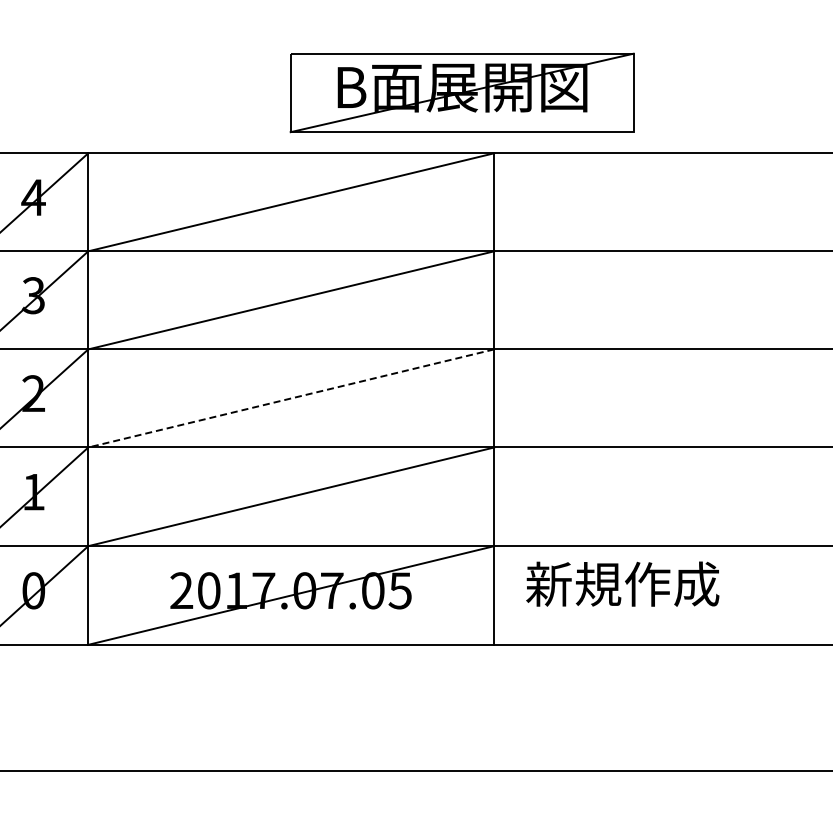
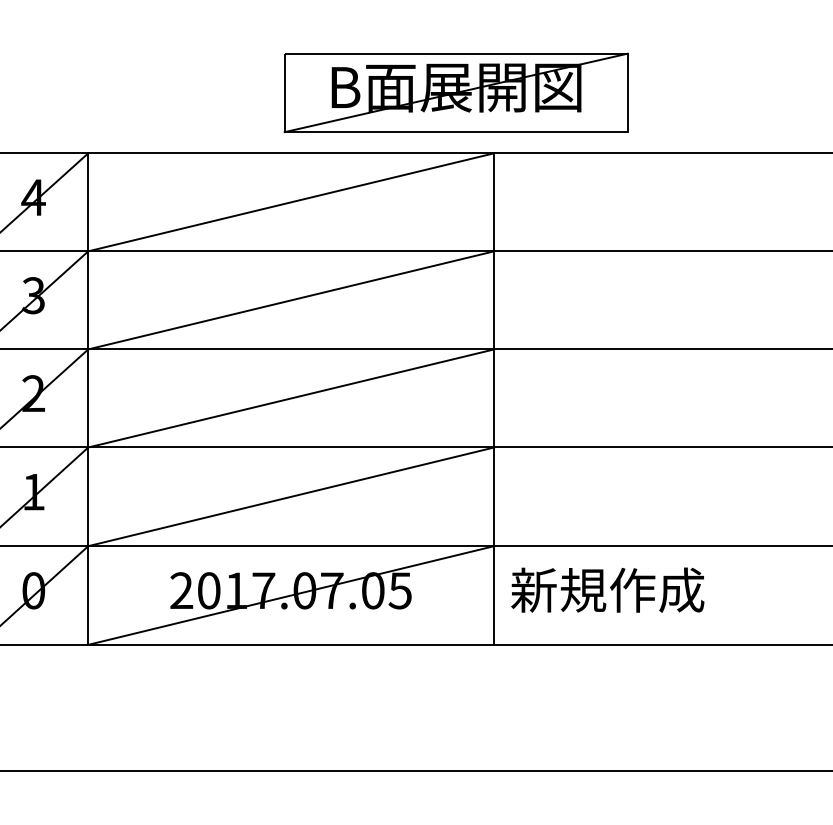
part at (461, 92) position: (461, 92) -> (455, 92)
line at (291, 398): dashed -> solid
text at (622, 583) position: (622, 583) -> (607, 589)
